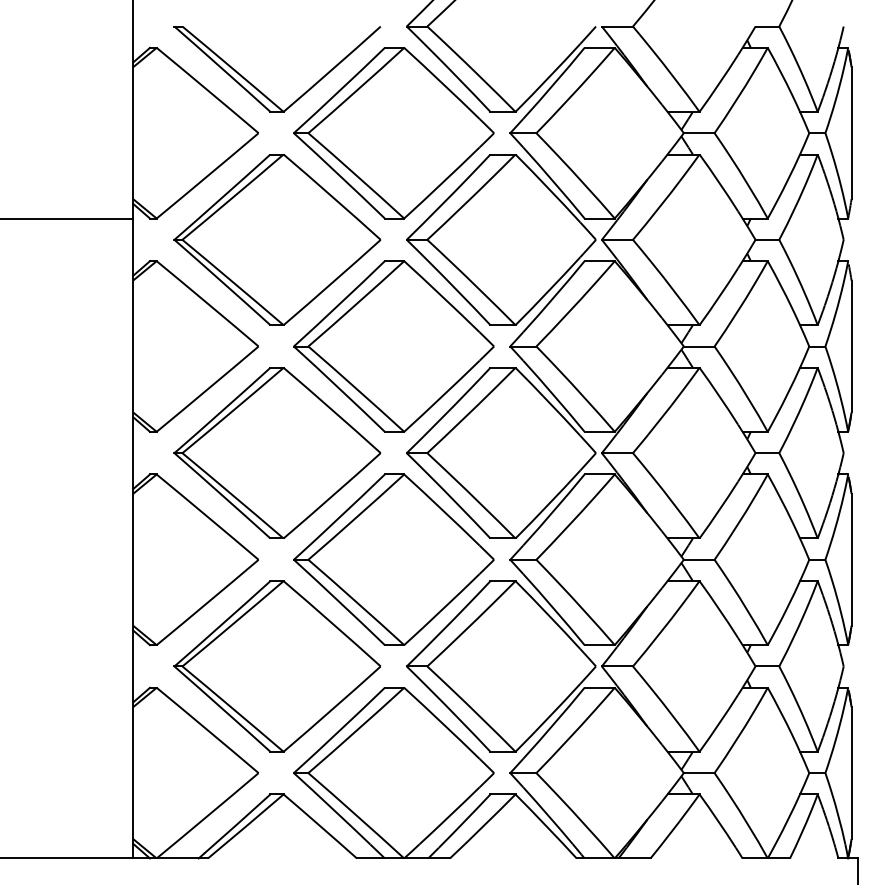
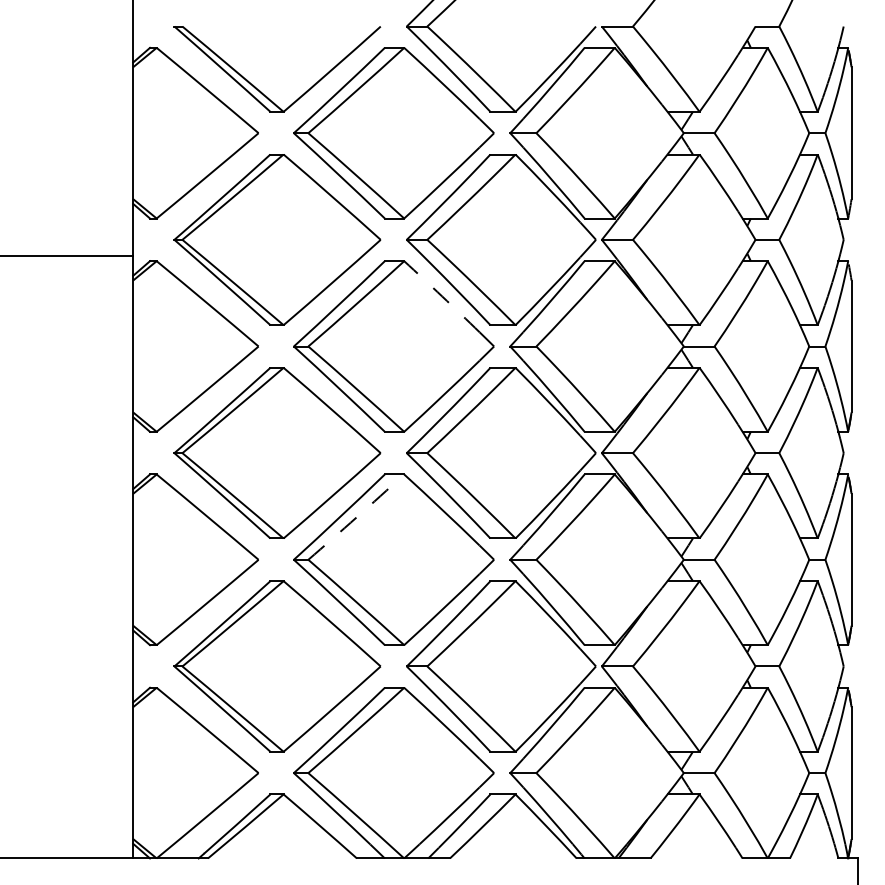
line at (67, 218) position: (67, 218) -> (67, 255)
arc at (442, 296): solid -> dashed
arc at (356, 517): solid -> dashed
